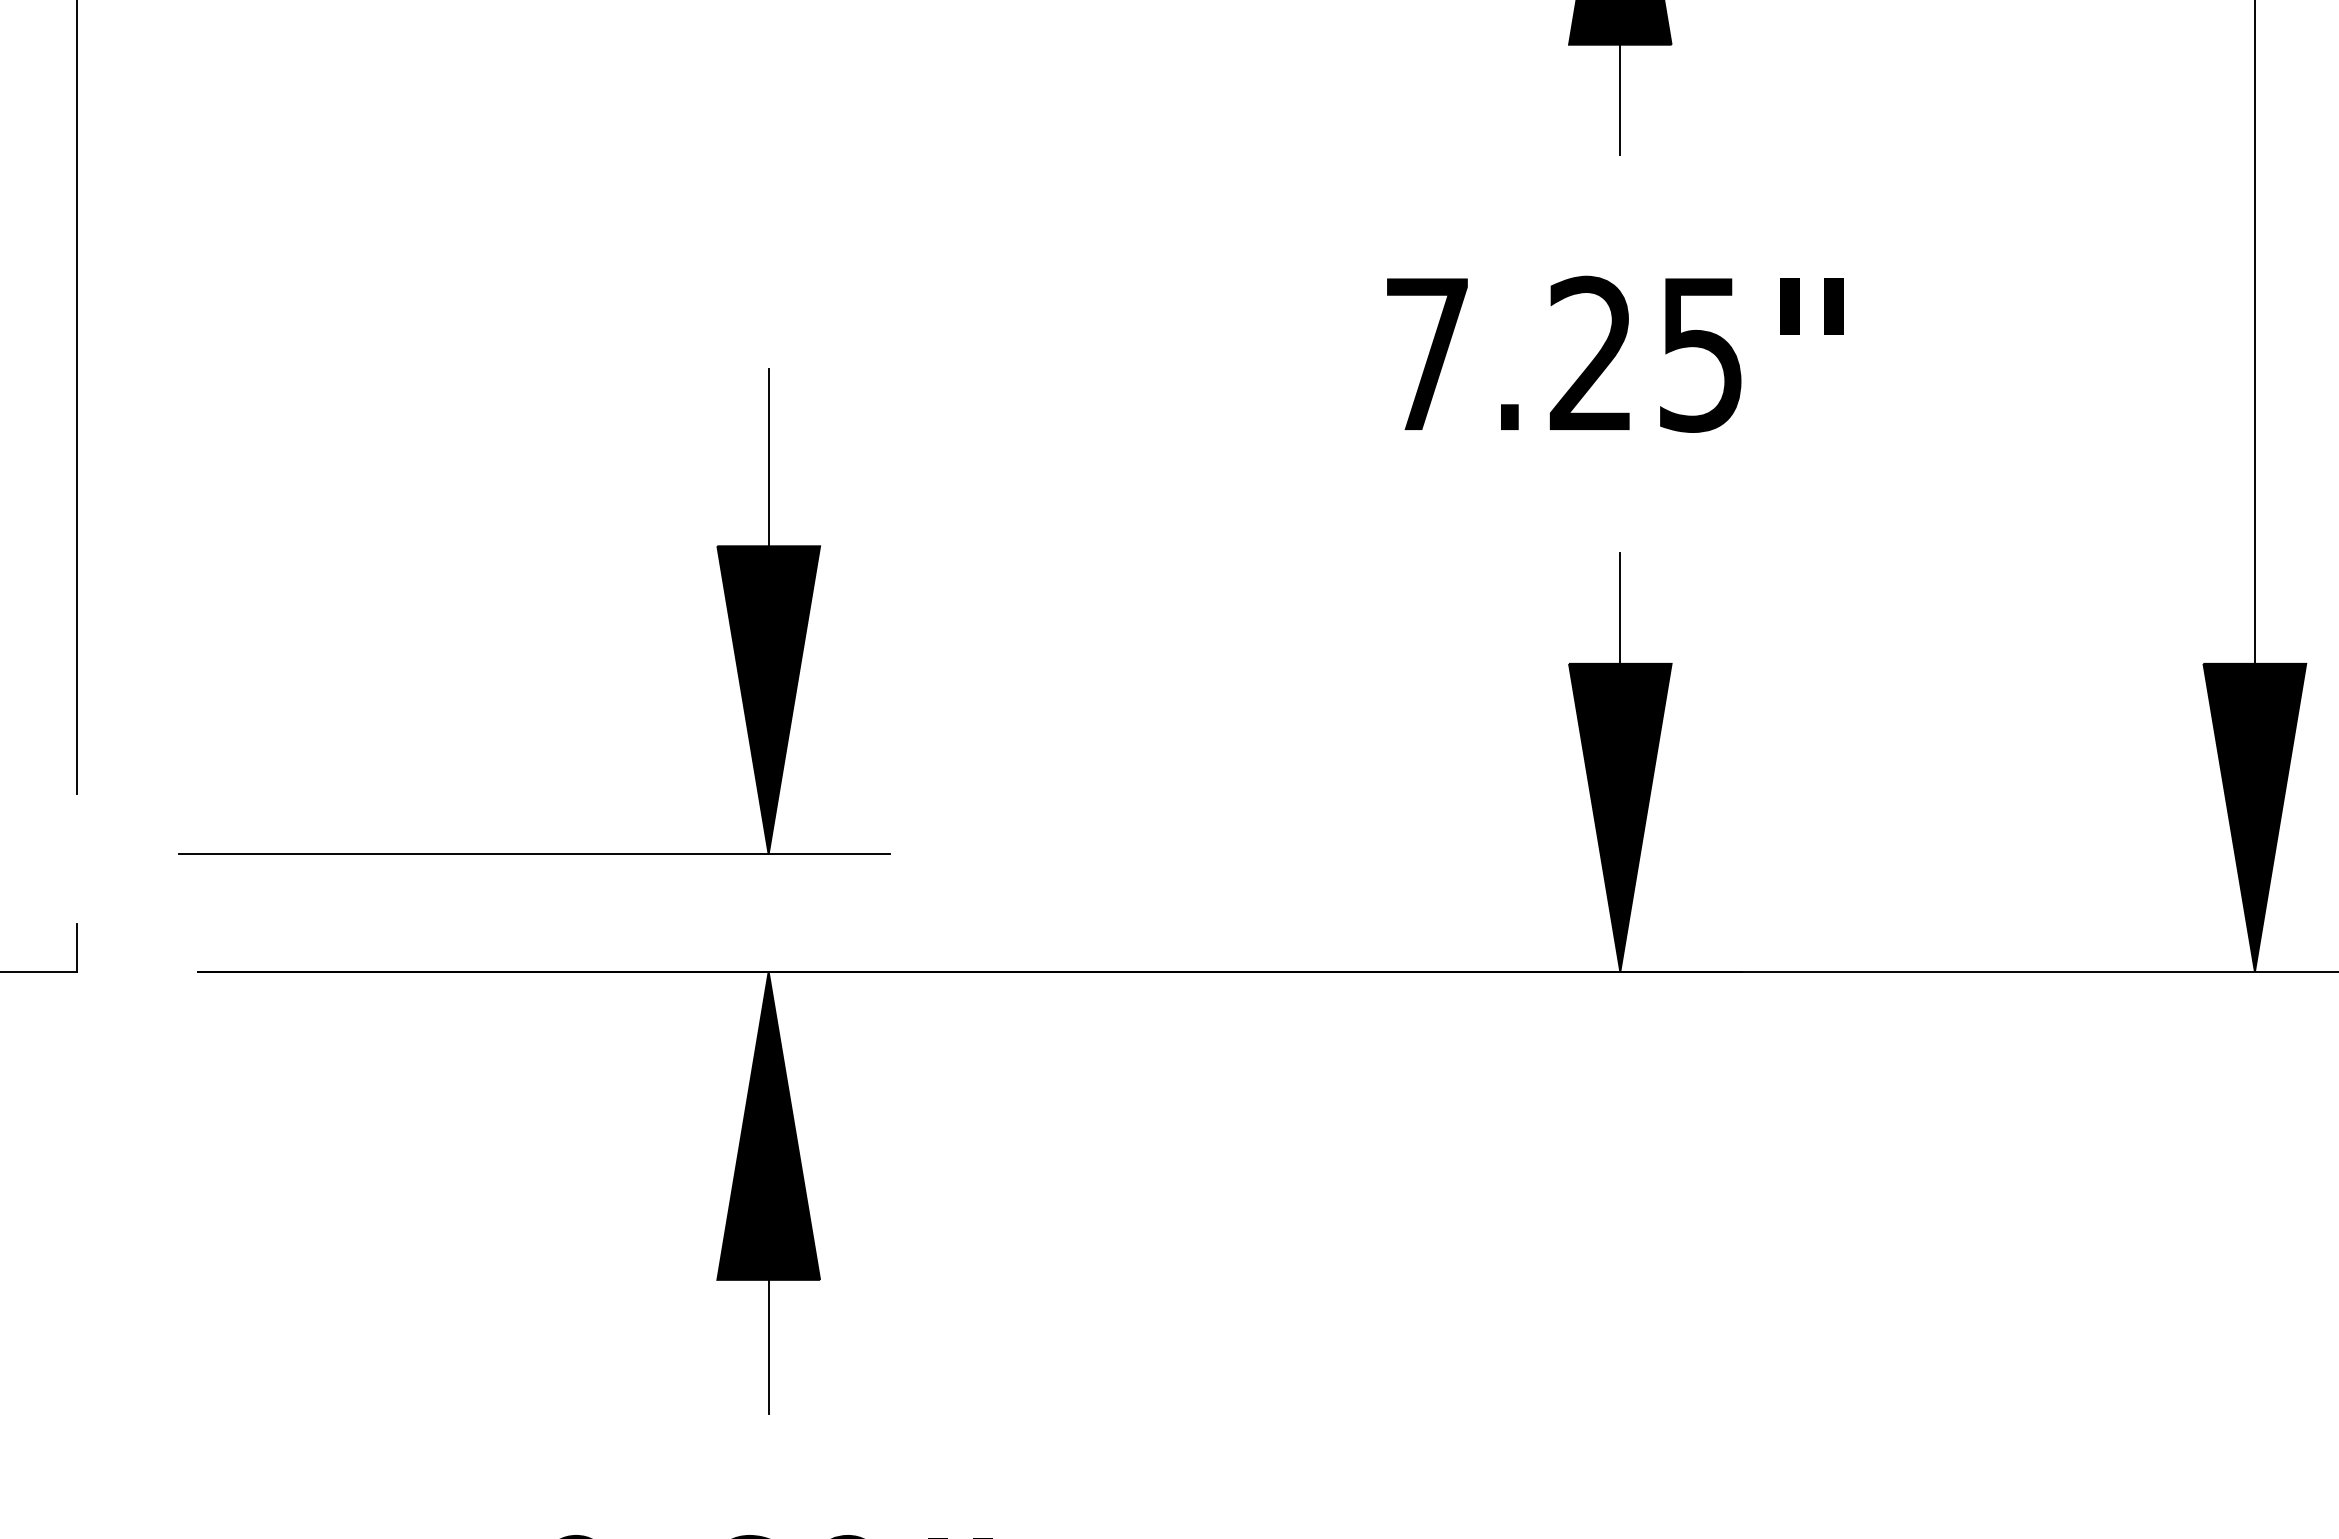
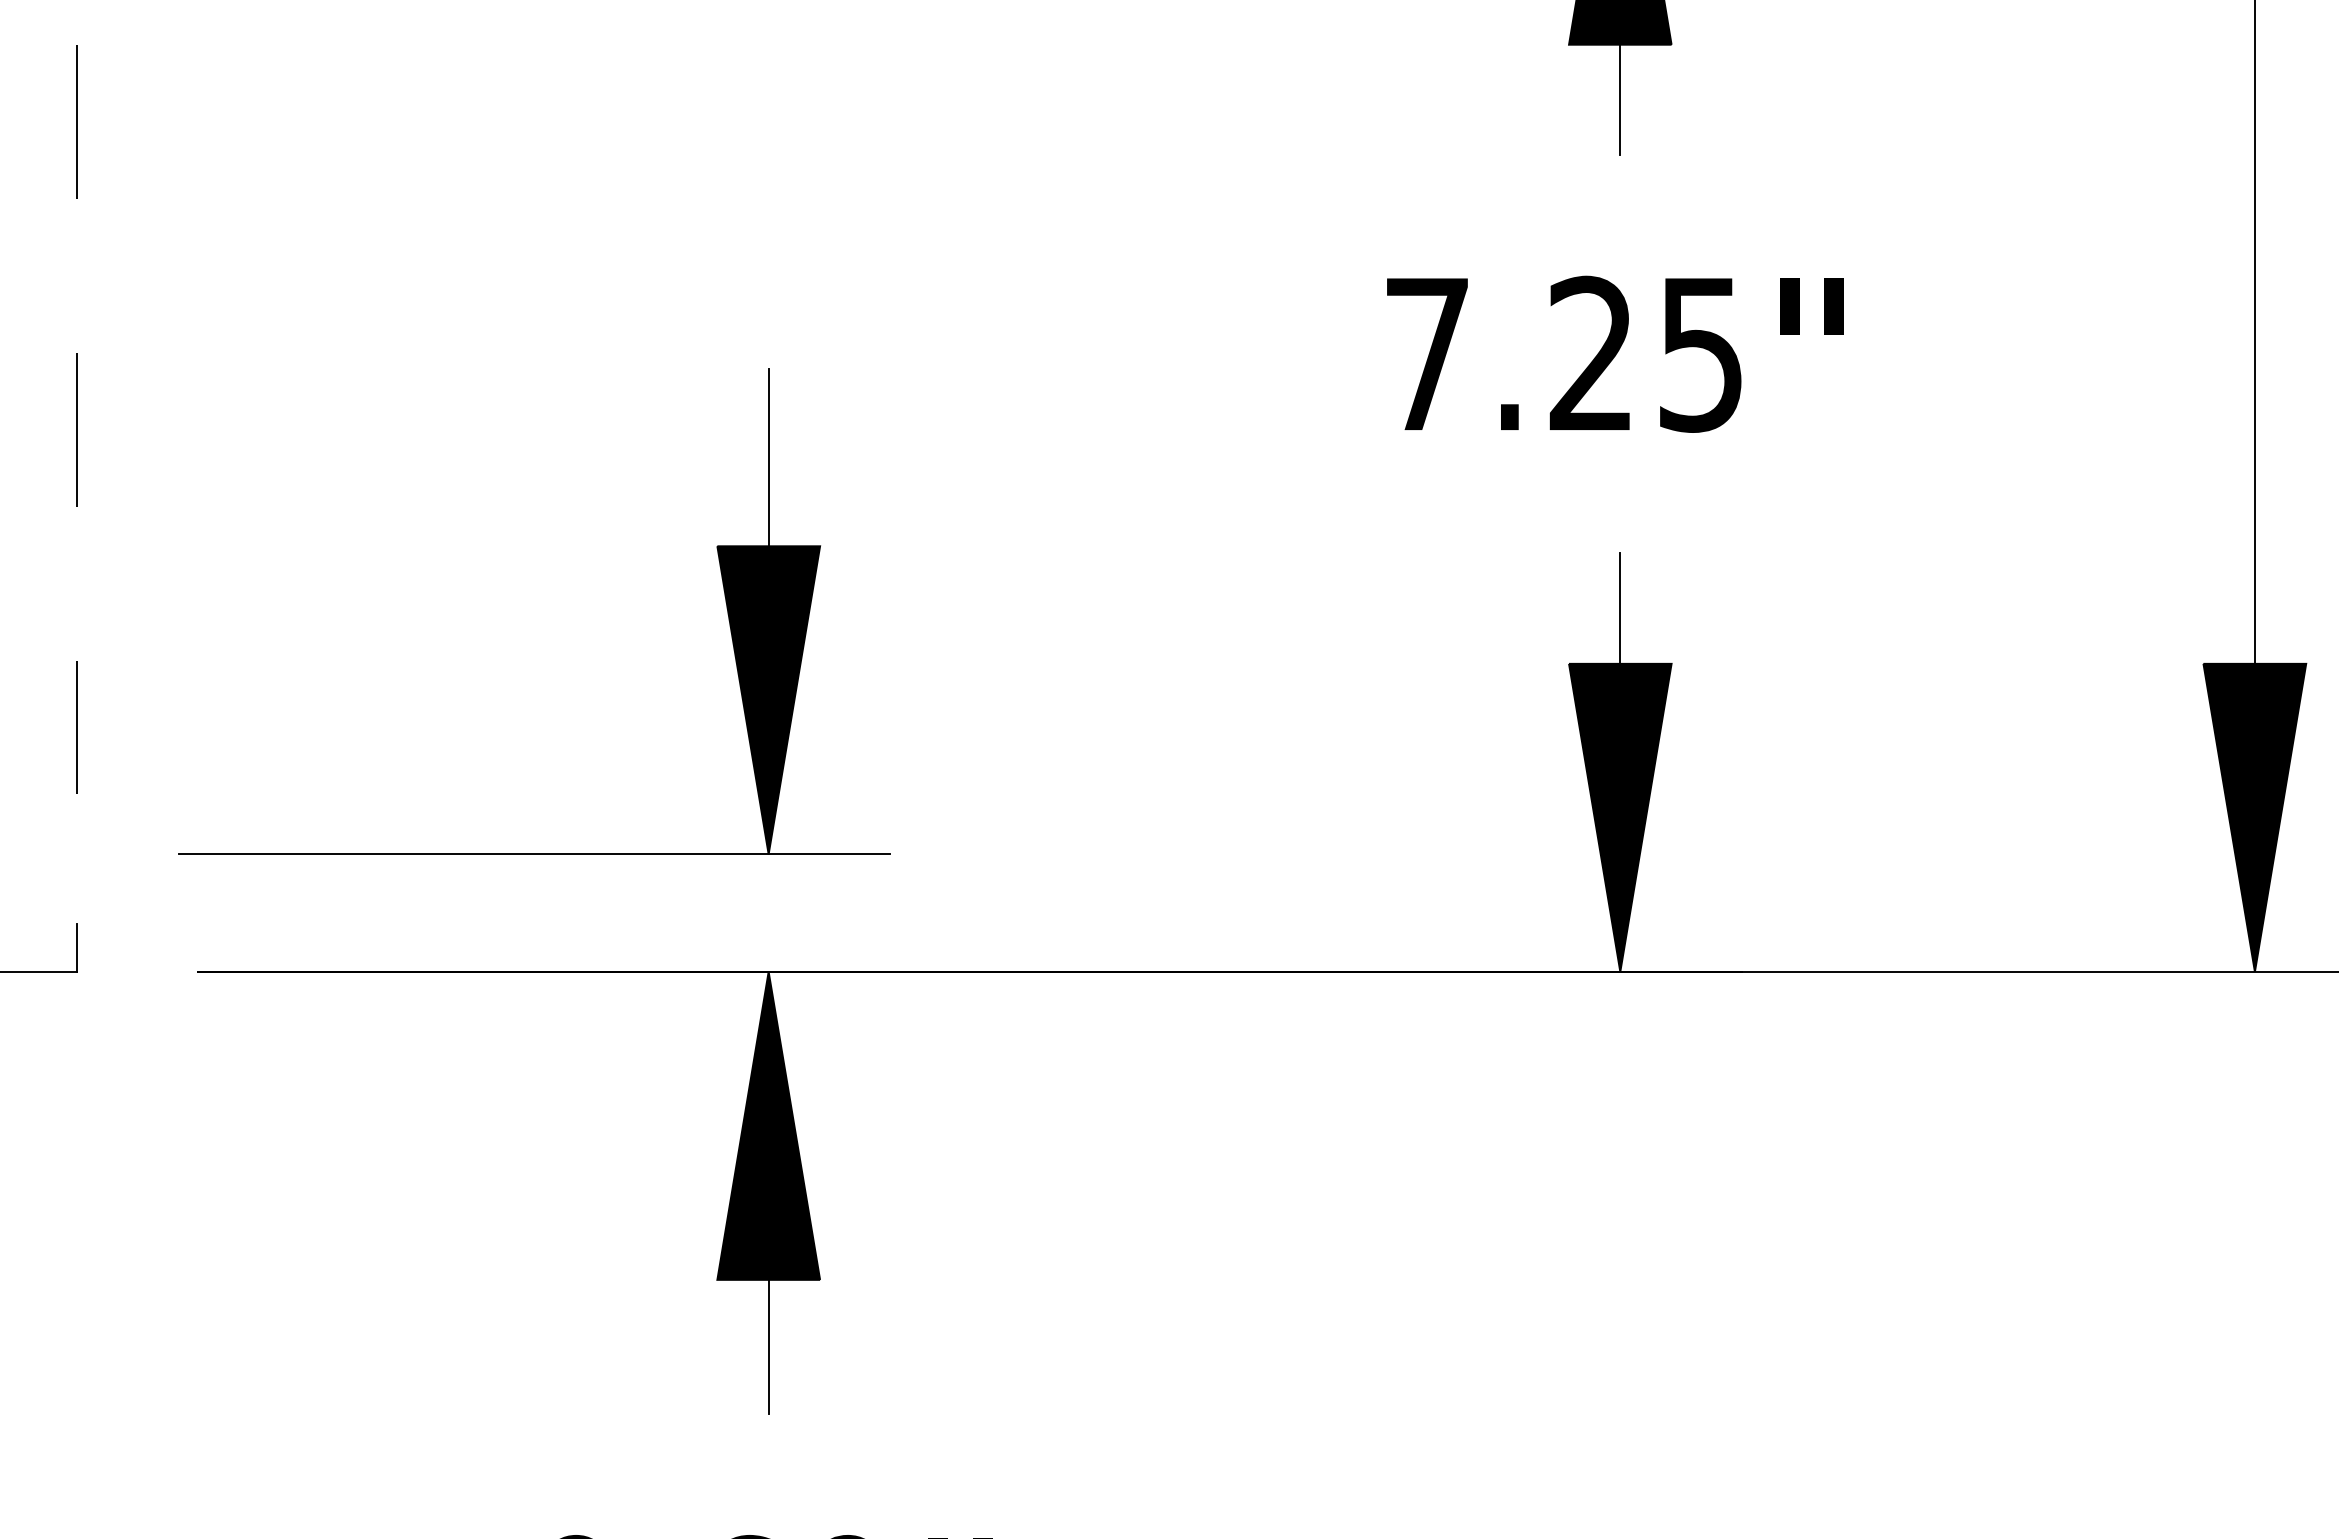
line at (77, 397): solid -> dashed
